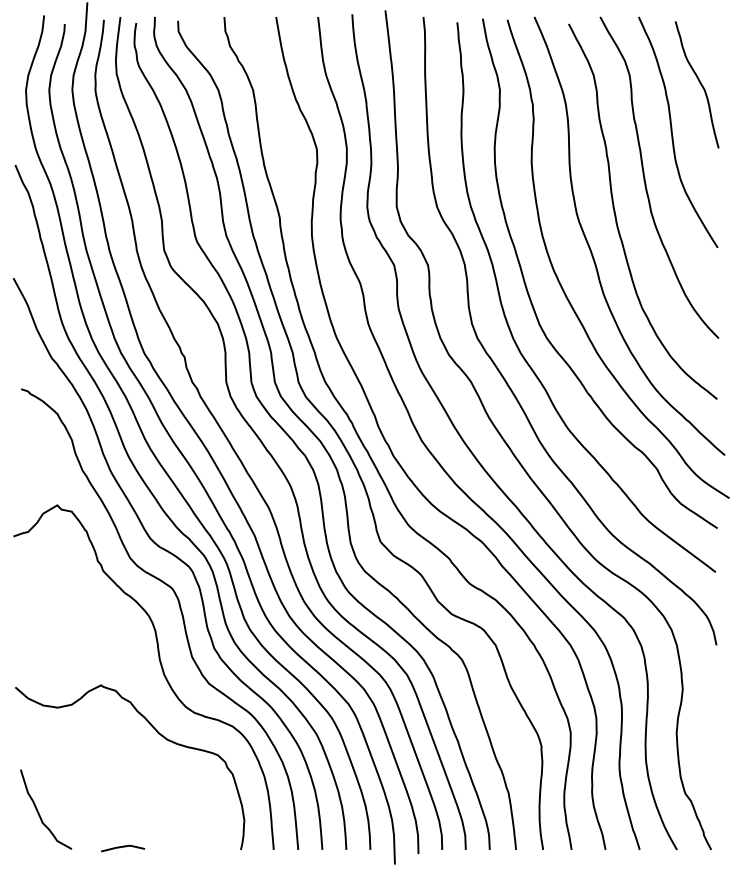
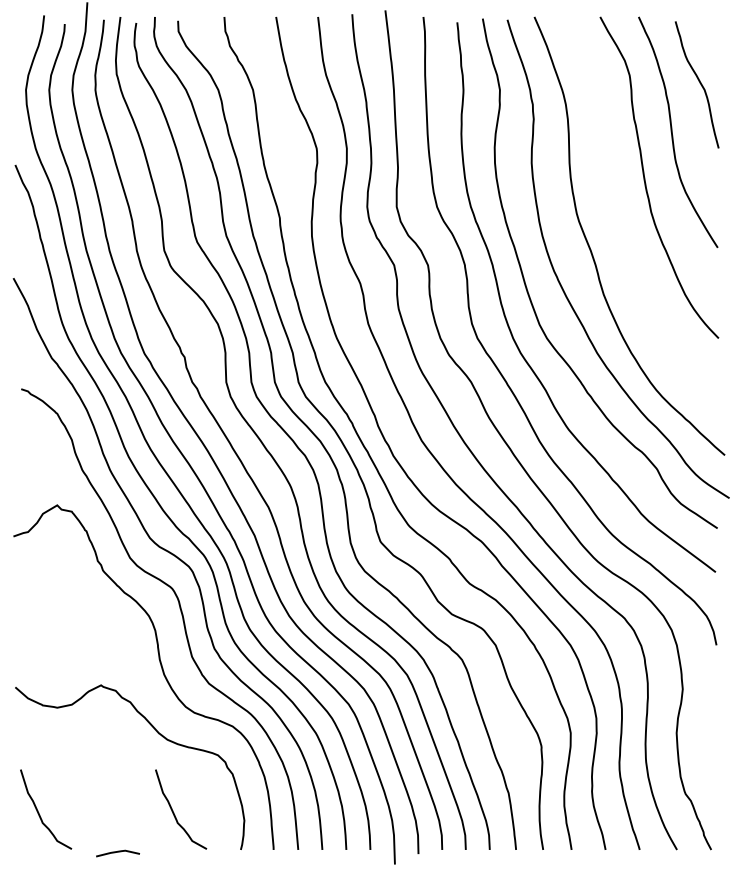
curve at (616, 215): present -> none
curve at (174, 812): none -> present
line at (122, 847) position: (122, 847) -> (117, 852)
